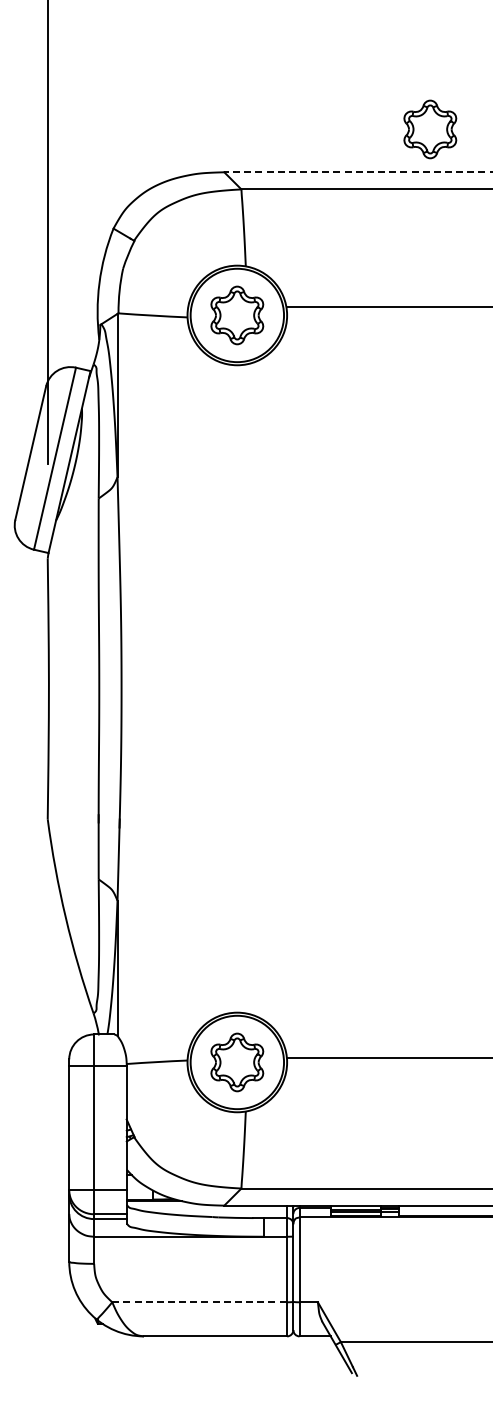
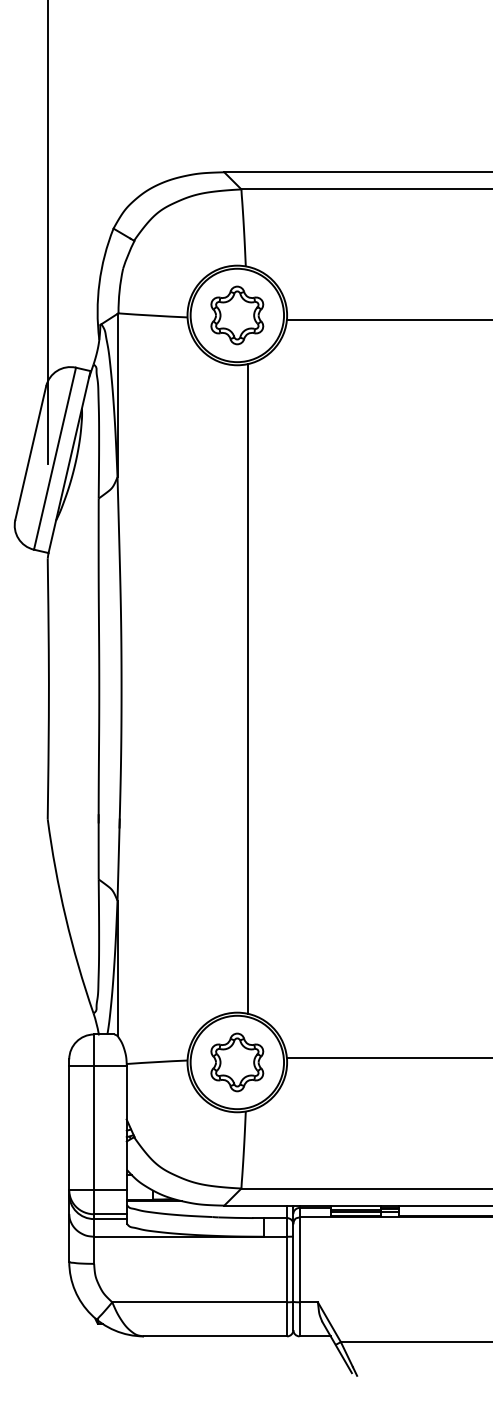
part at (430, 129): present -> none
line at (358, 172): dashed -> solid
line at (387, 306) position: (387, 306) -> (387, 319)
line at (247, 688): none -> present
line at (200, 1302): dashed -> solid
